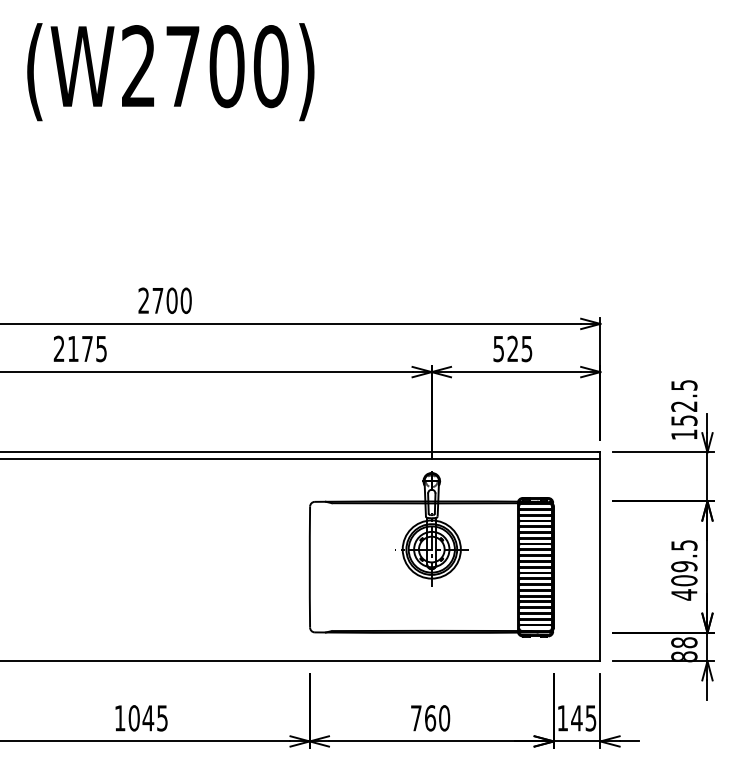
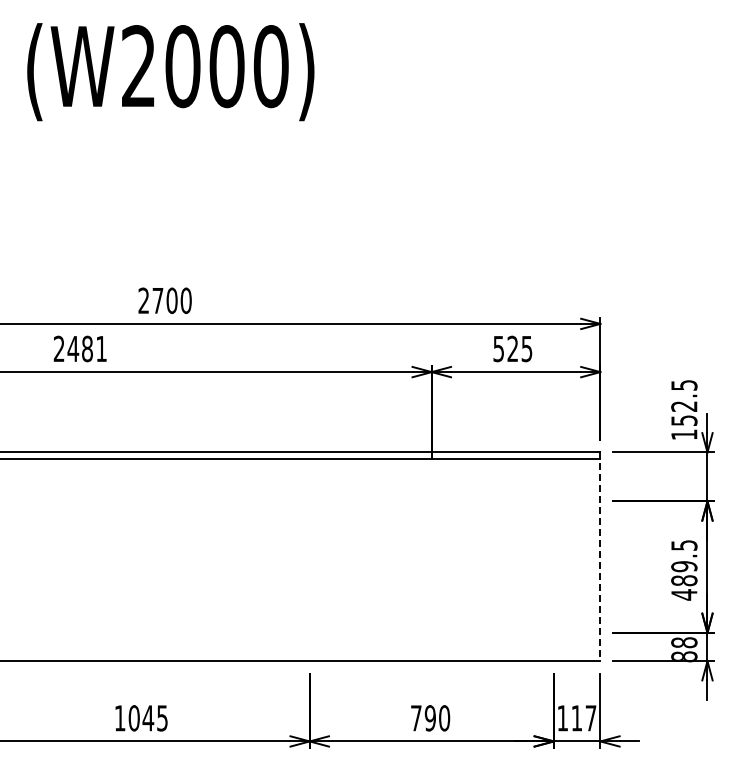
text at (182, 66): (W2700) -> (W2000)
text at (86, 348): 2175 -> 2481
part at (431, 554): present -> none
line at (600, 557): solid -> dashed
text at (684, 580): 409.5 -> 489.5
text at (430, 718): 760 -> 790
text at (583, 718): 145 -> 117
